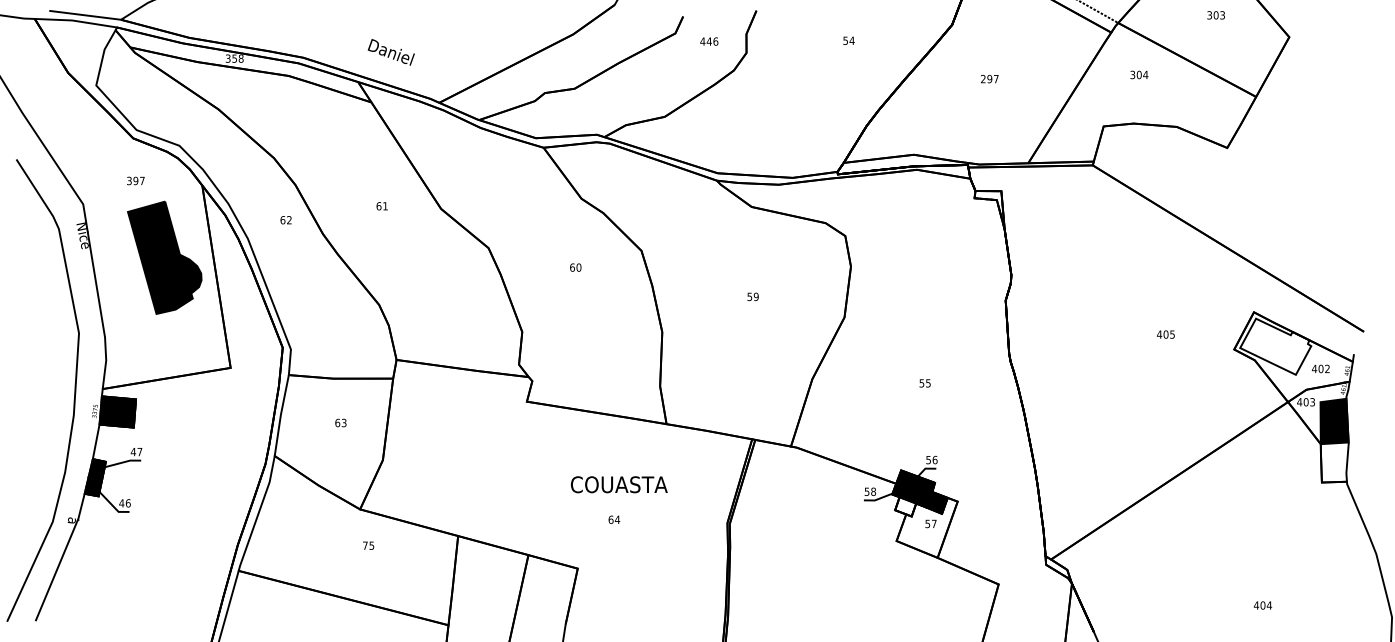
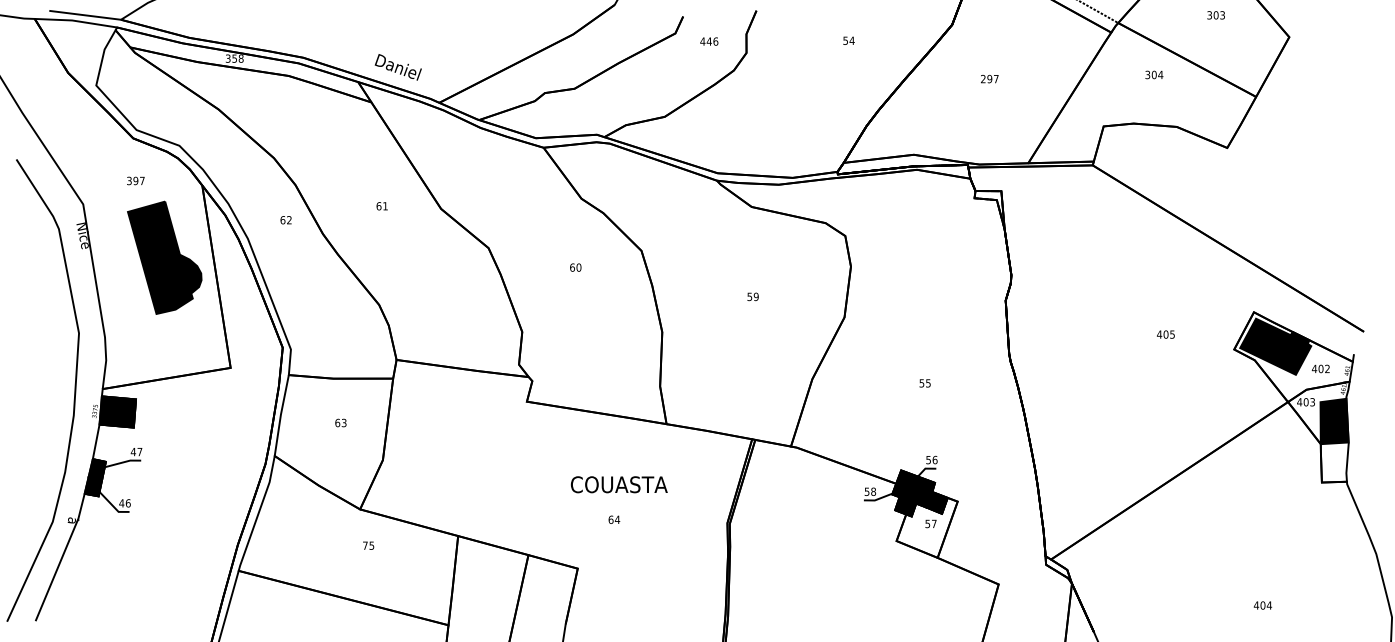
text at (390, 52) position: (390, 52) -> (397, 67)
text at (1139, 74) position: (1139, 74) -> (1154, 74)
fill at (1275, 346): none -> present
fill at (905, 506): none -> present
